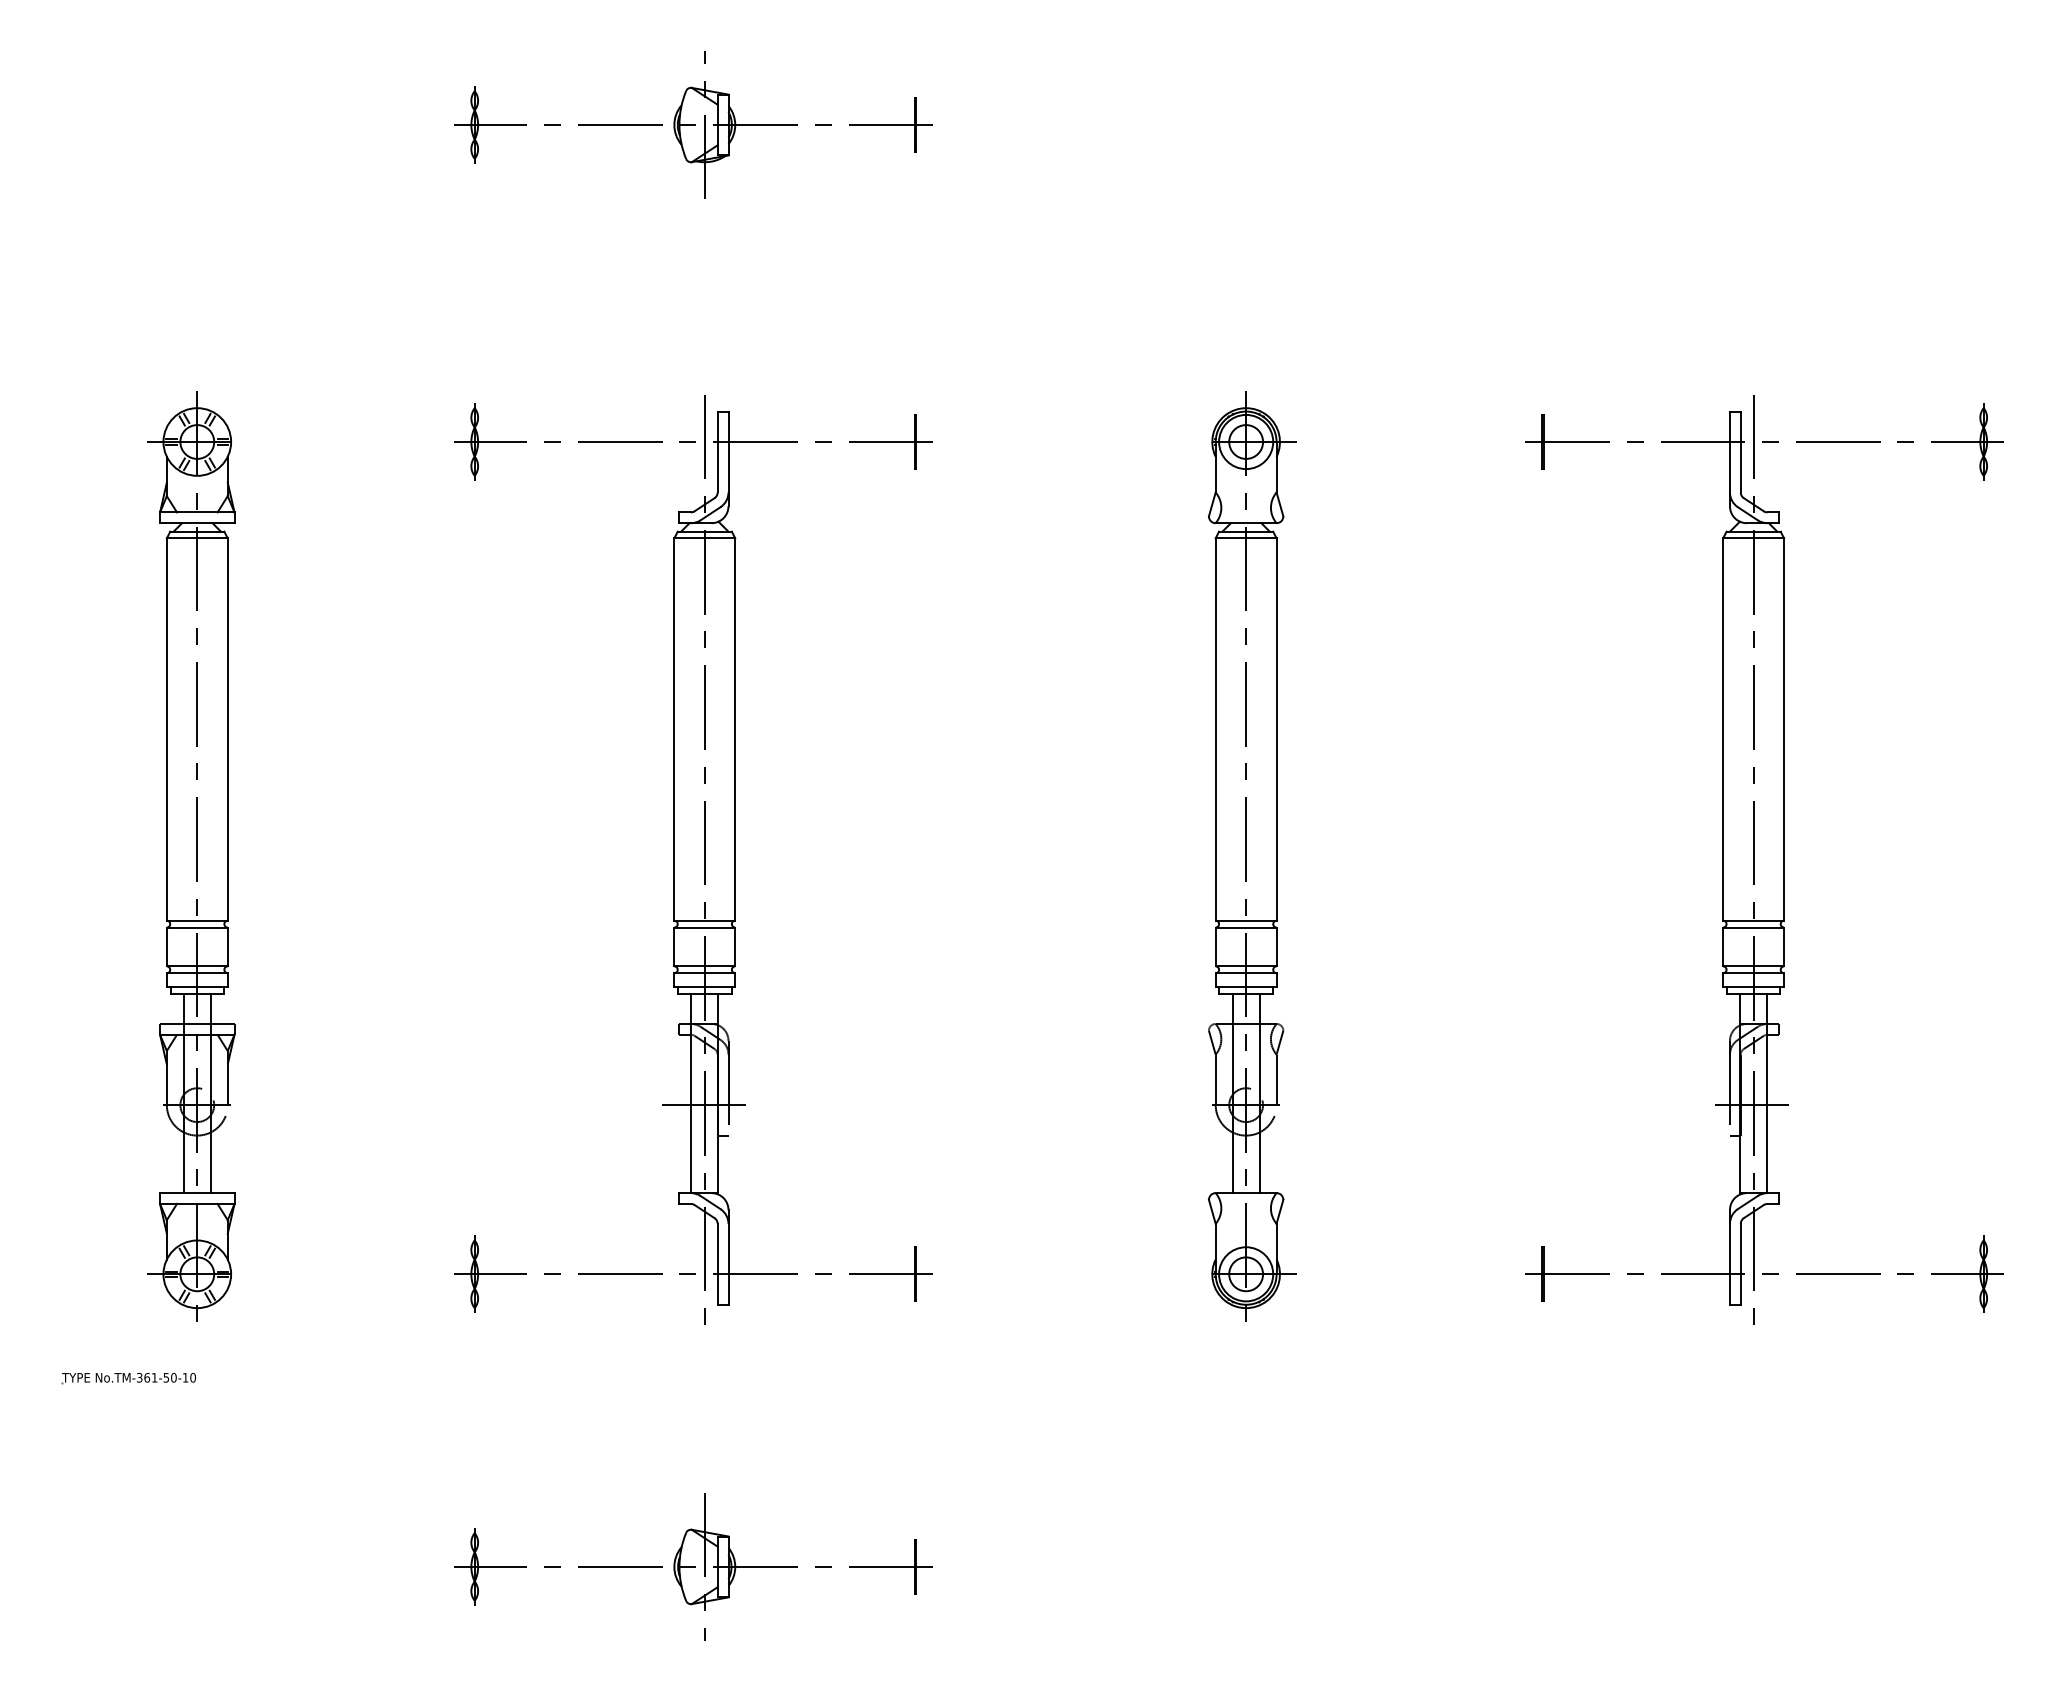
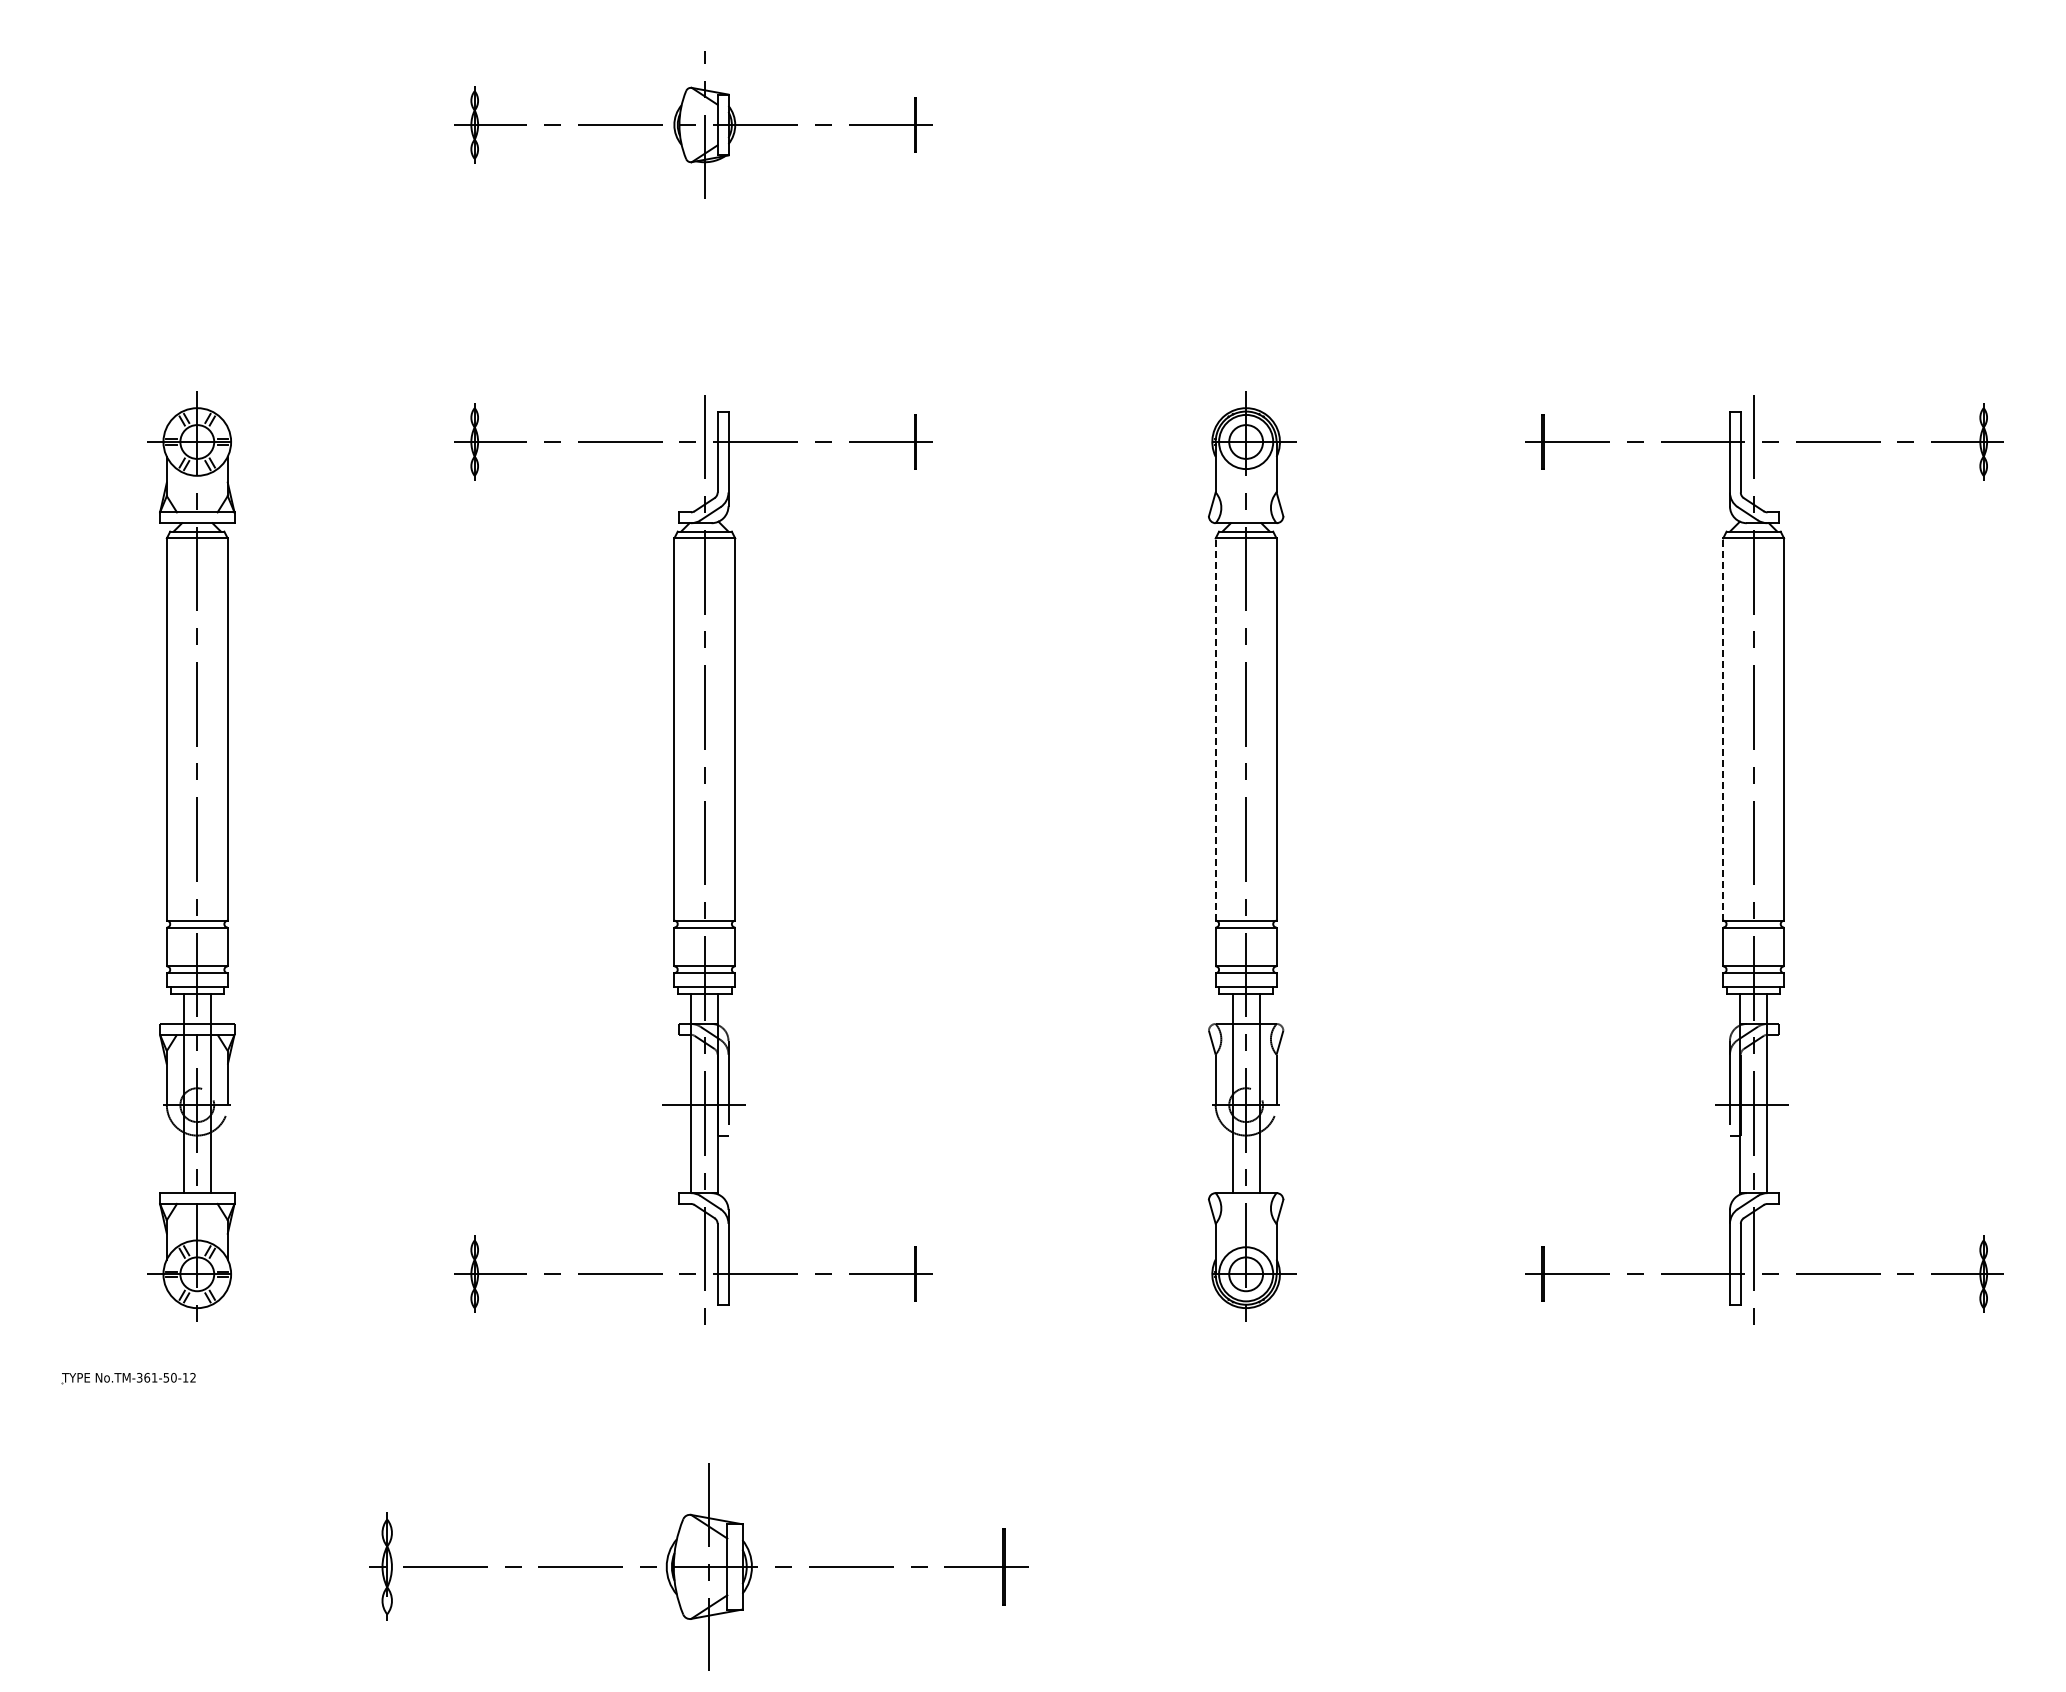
line at (1215, 729): solid -> dashed
line at (1723, 729): solid -> dashed
text at (192, 1377): No.TM-361-50-10 -> No.TM-361-50-12
part at (693, 1566) size: 479x148 px -> 660x208 px
